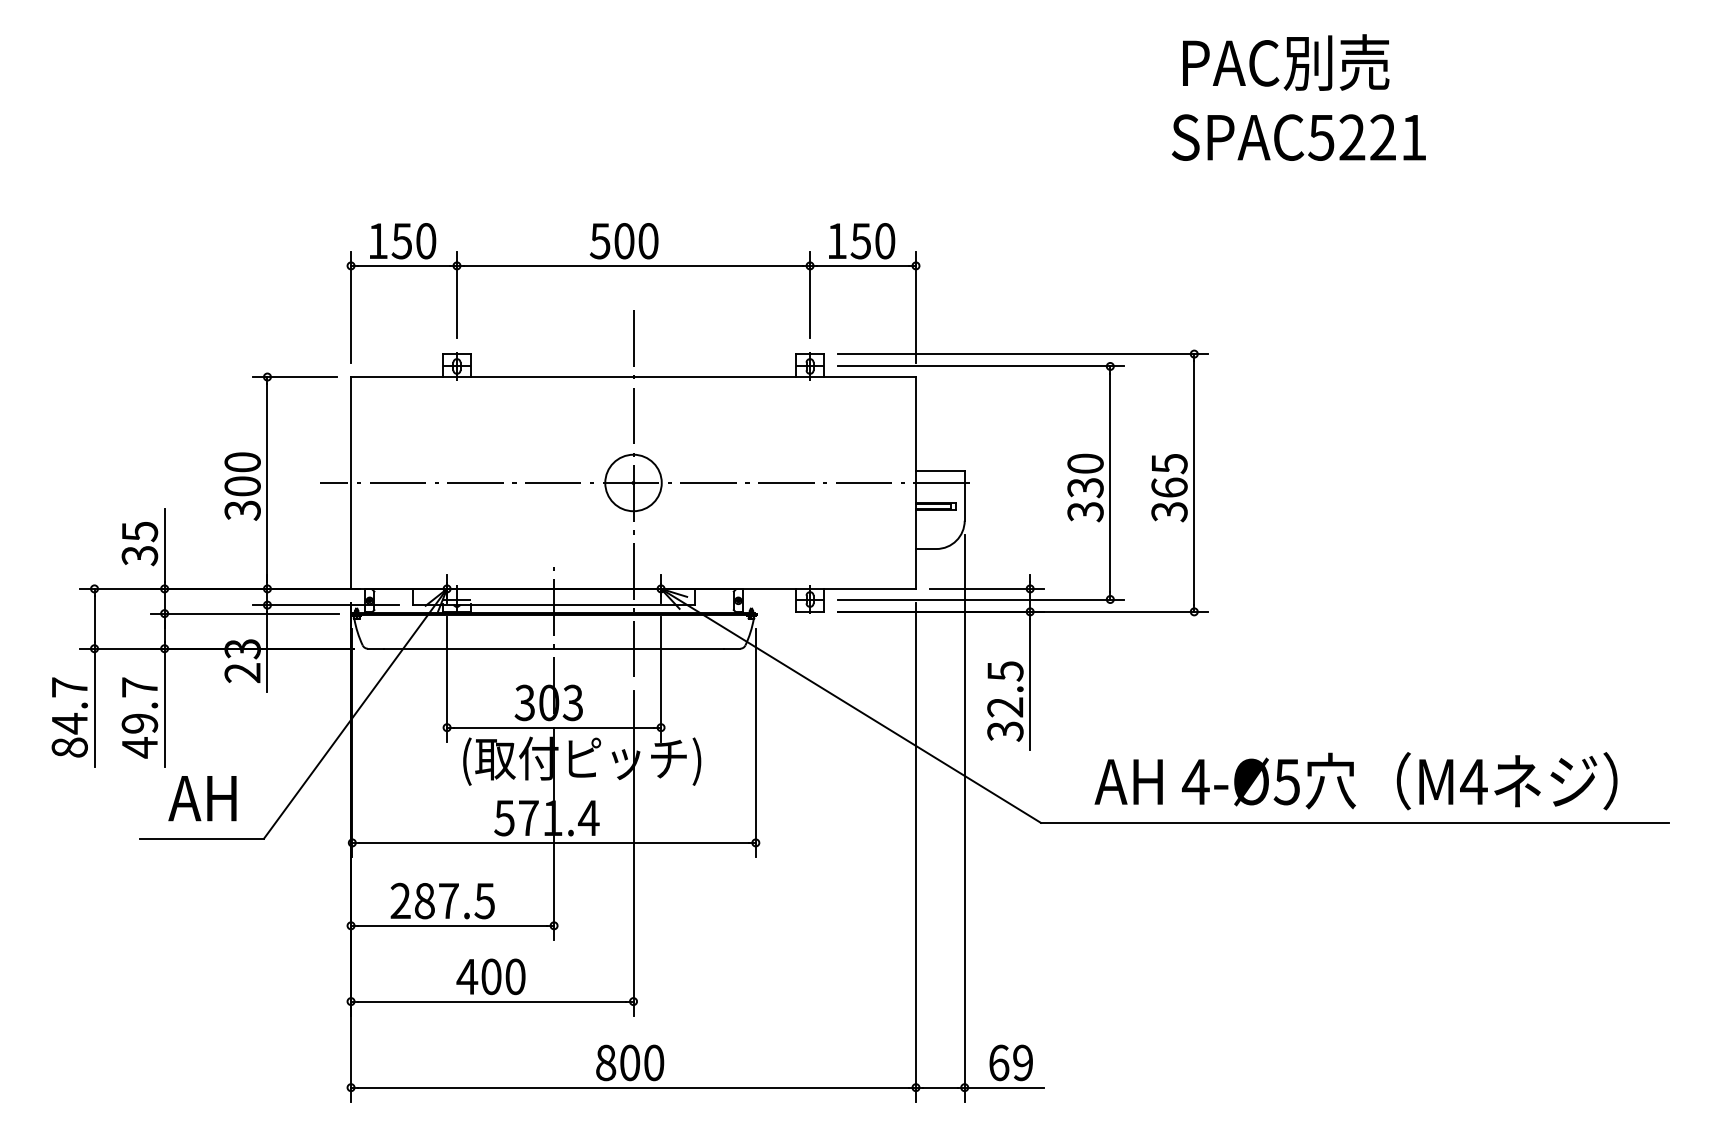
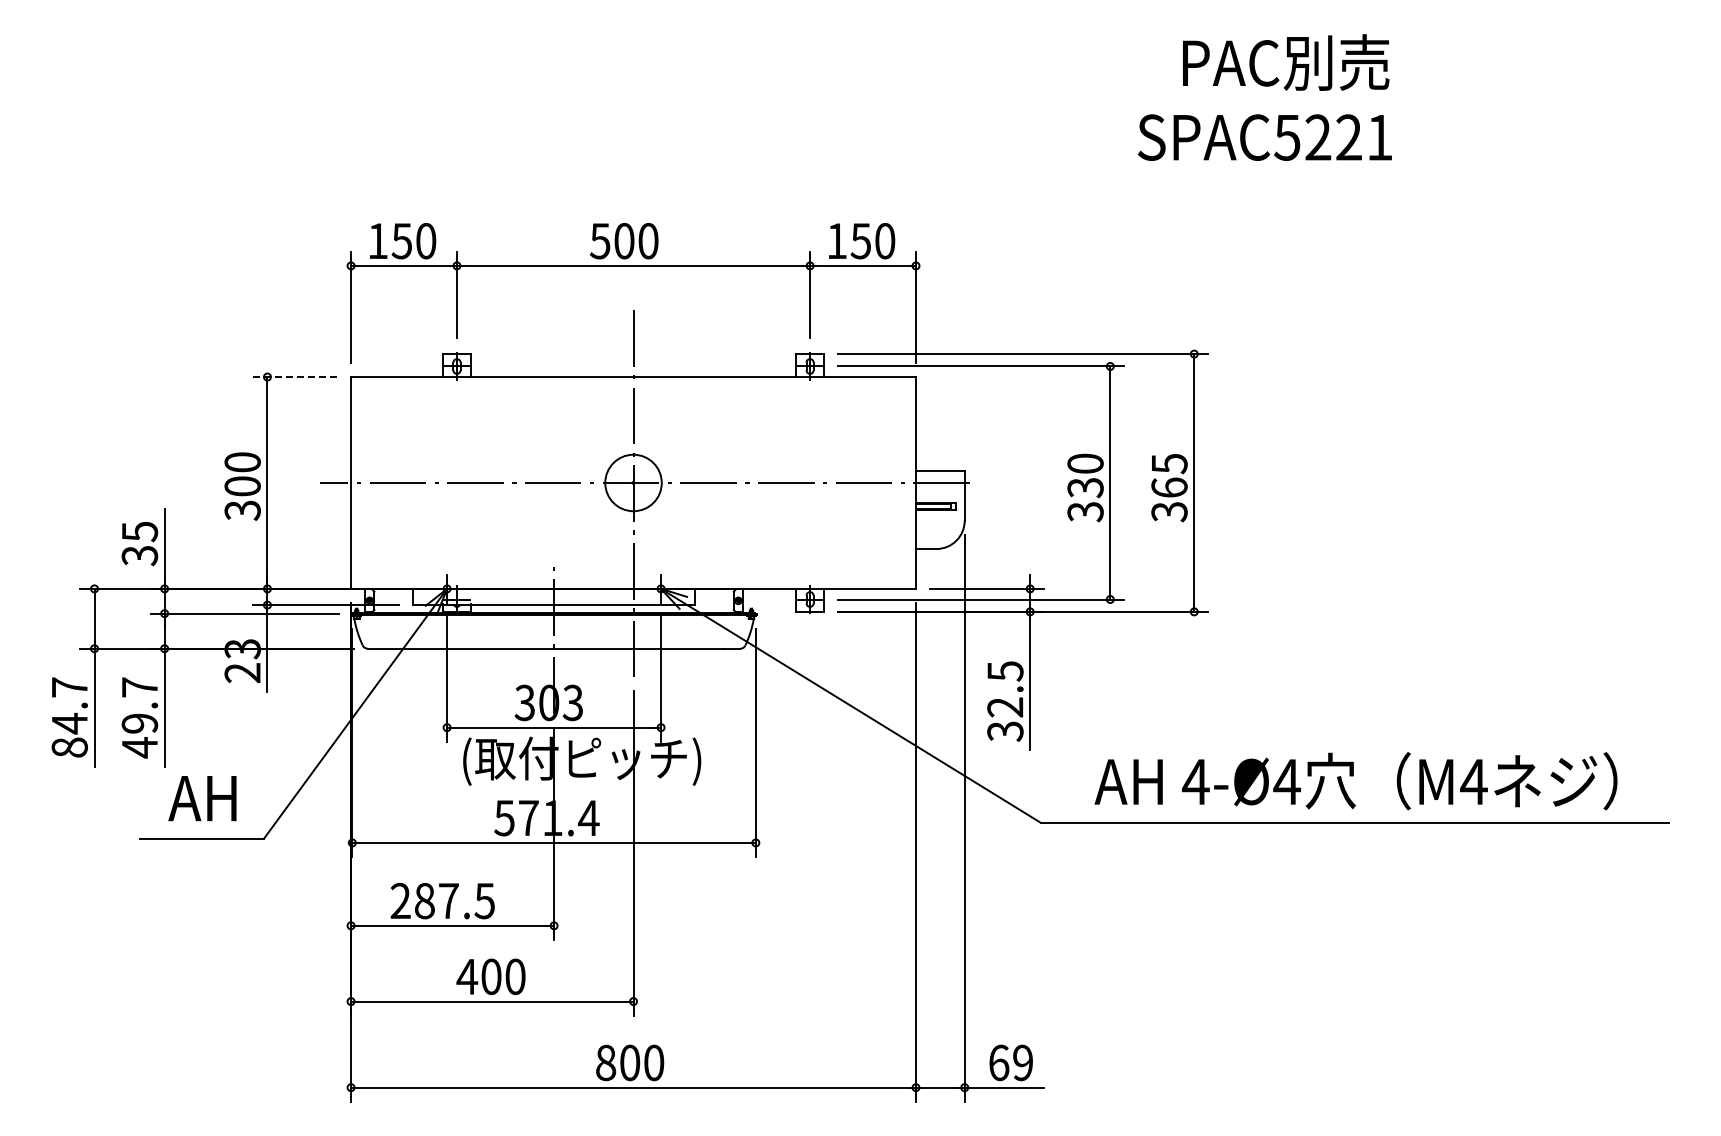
text at (1298, 137) position: (1298, 137) -> (1264, 137)
line at (295, 377): solid -> dashed
text at (1287, 782): 4-Ø5 -> 4-Ø4
